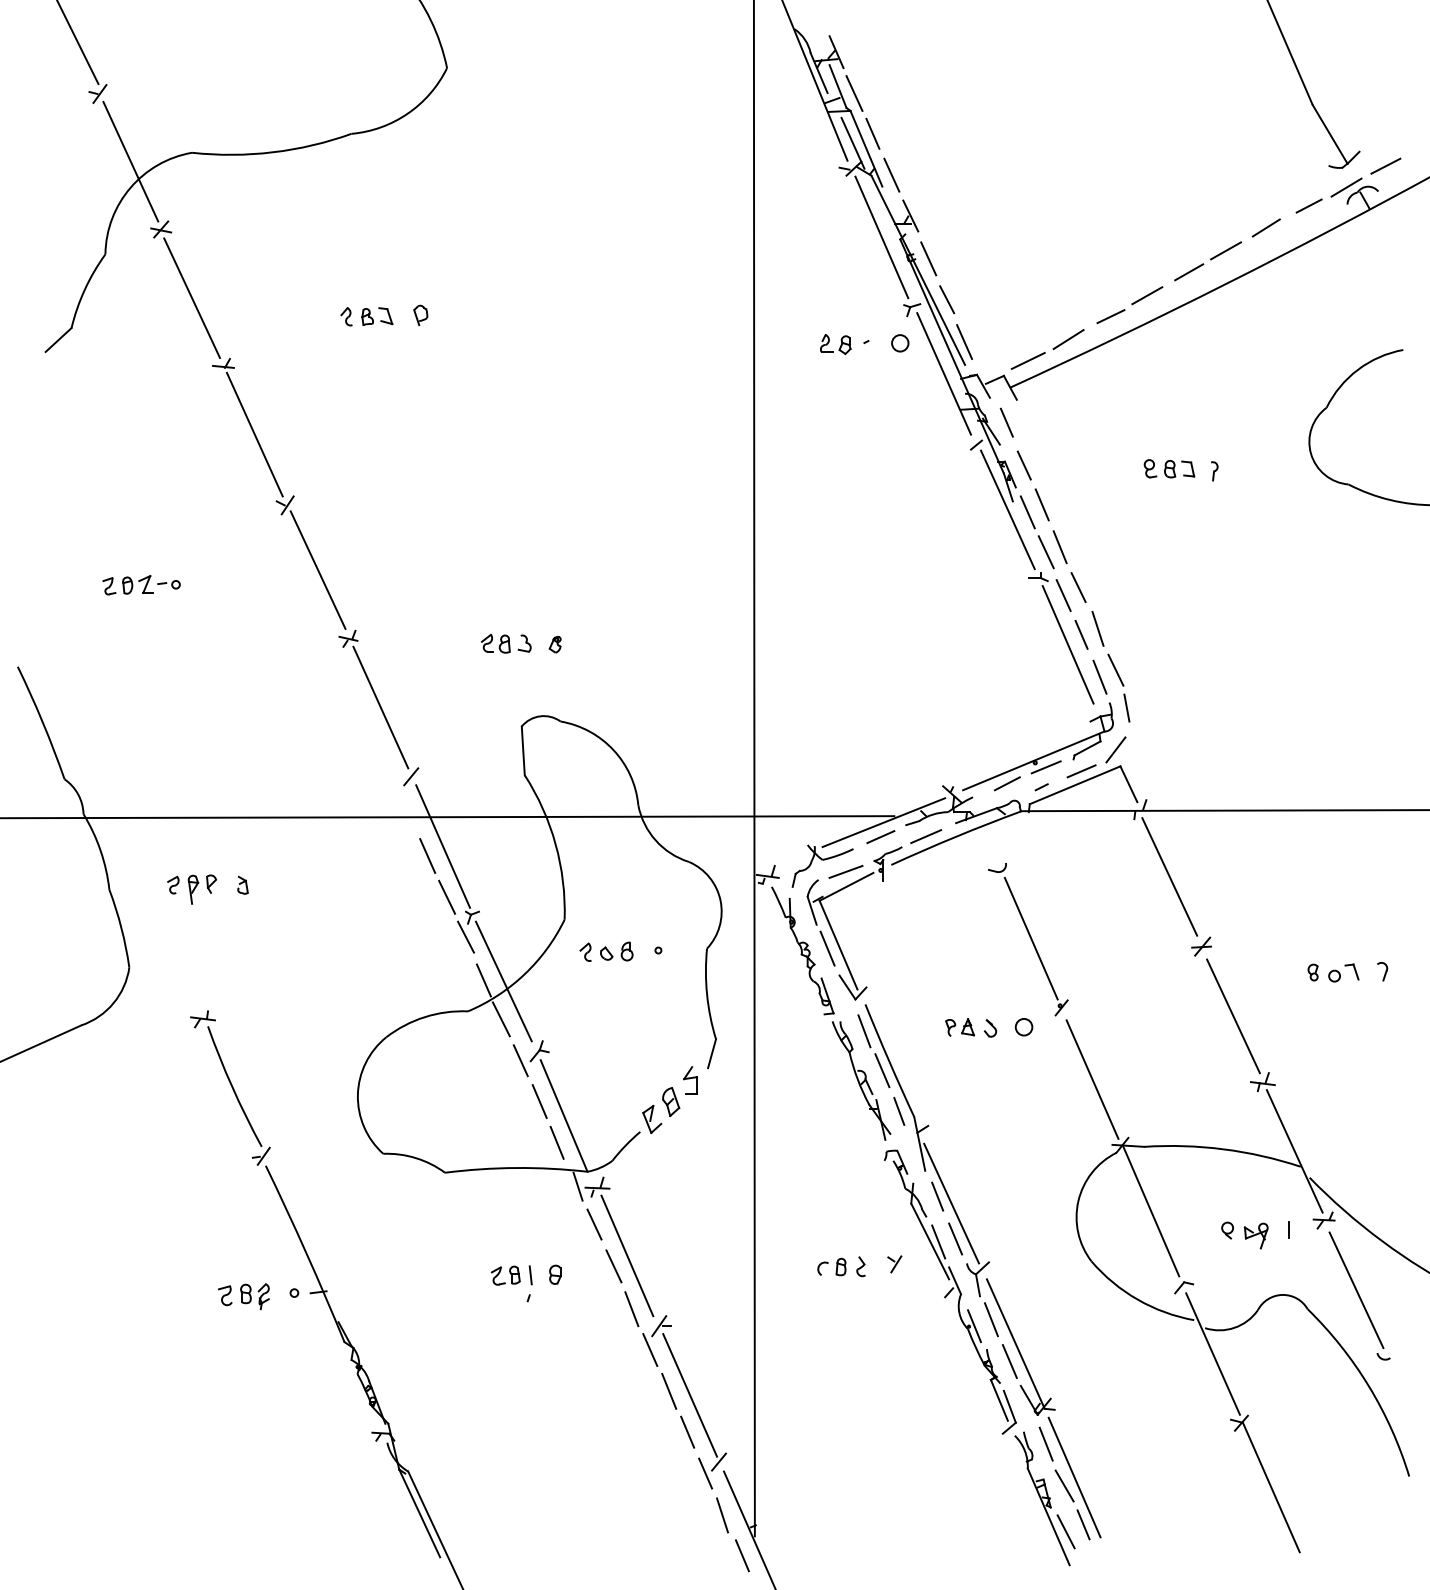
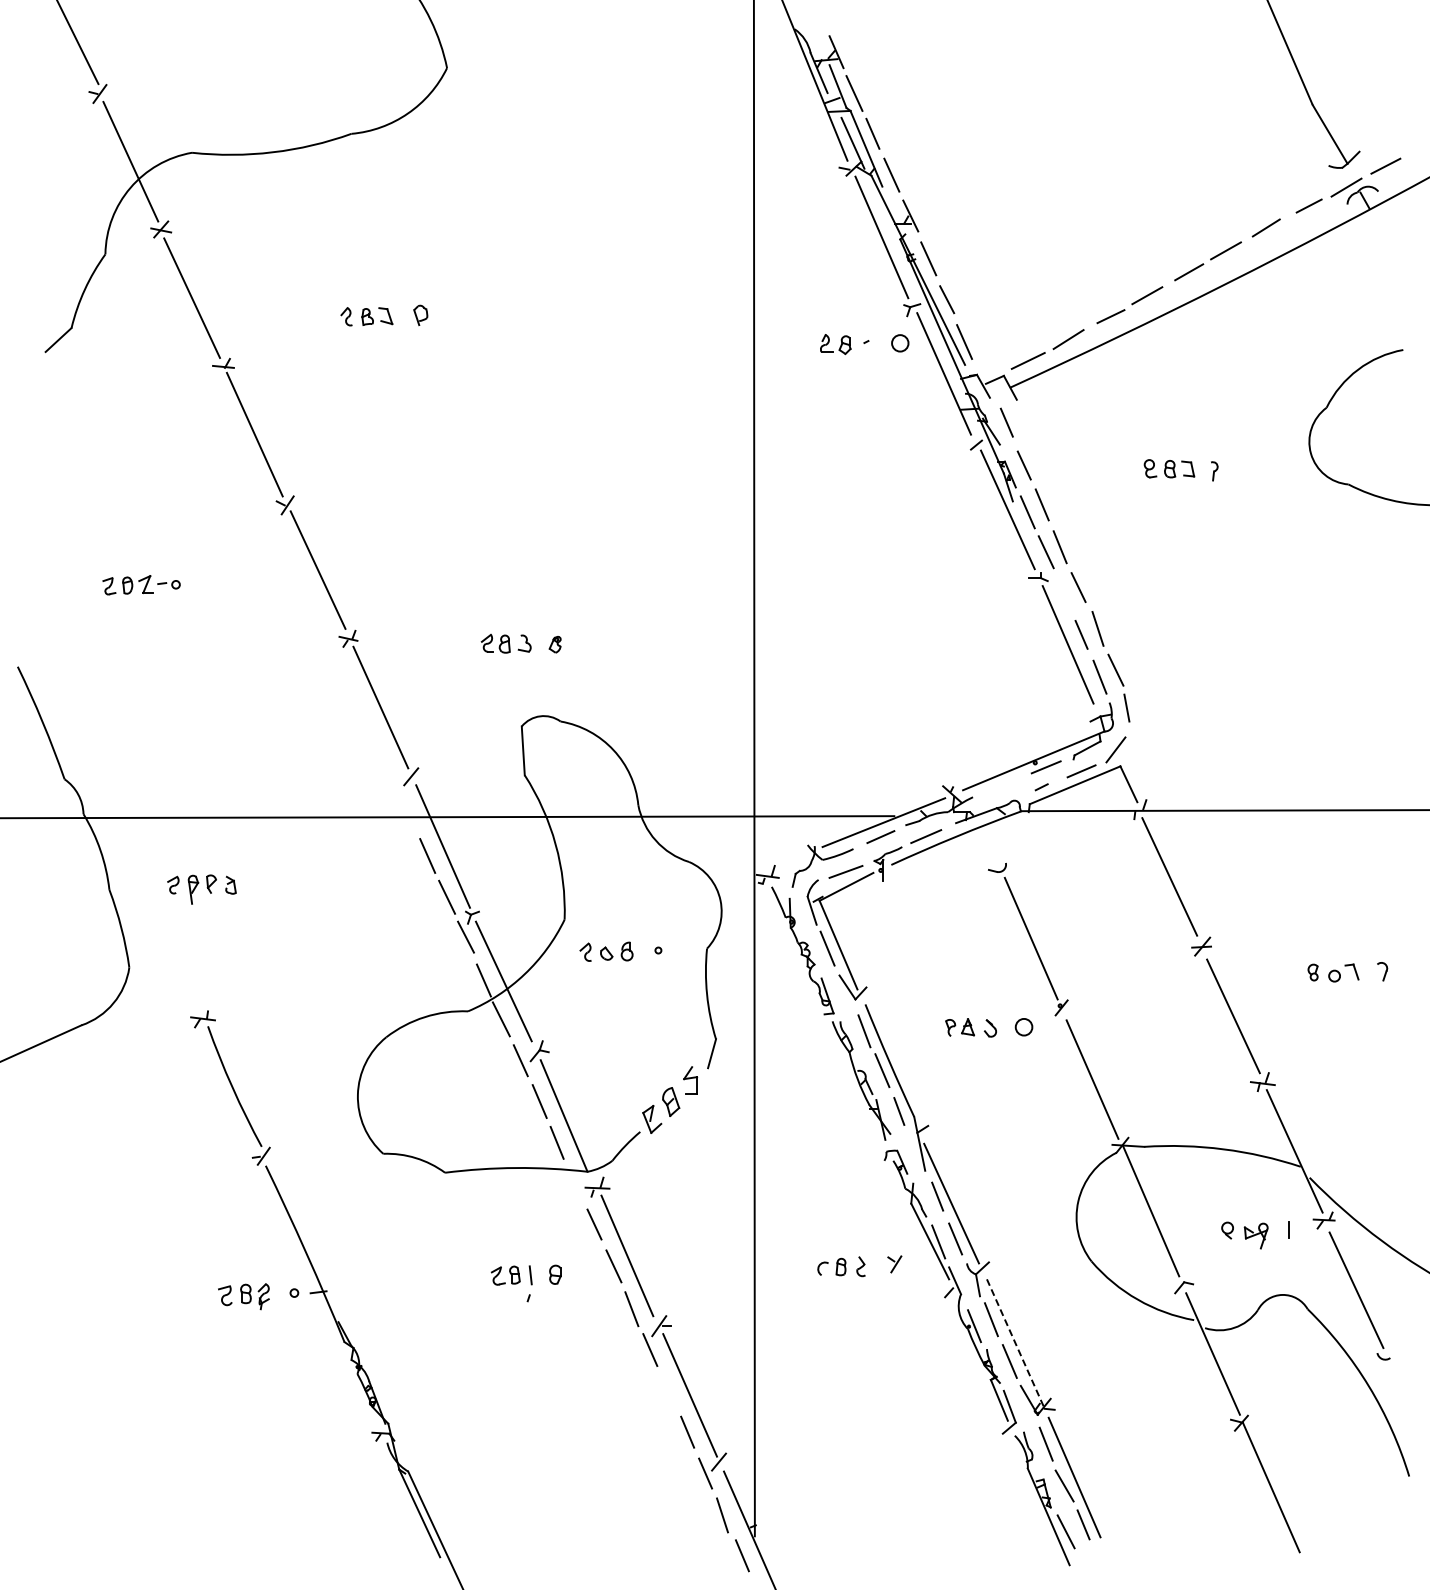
line at (1063, 595): present -> none
line at (1006, 783): present -> none
part at (242, 884) position: (242, 884) -> (230, 884)
line at (577, 1186): present -> none
line at (1015, 1344): solid -> dashed
line at (669, 1390): present -> none
